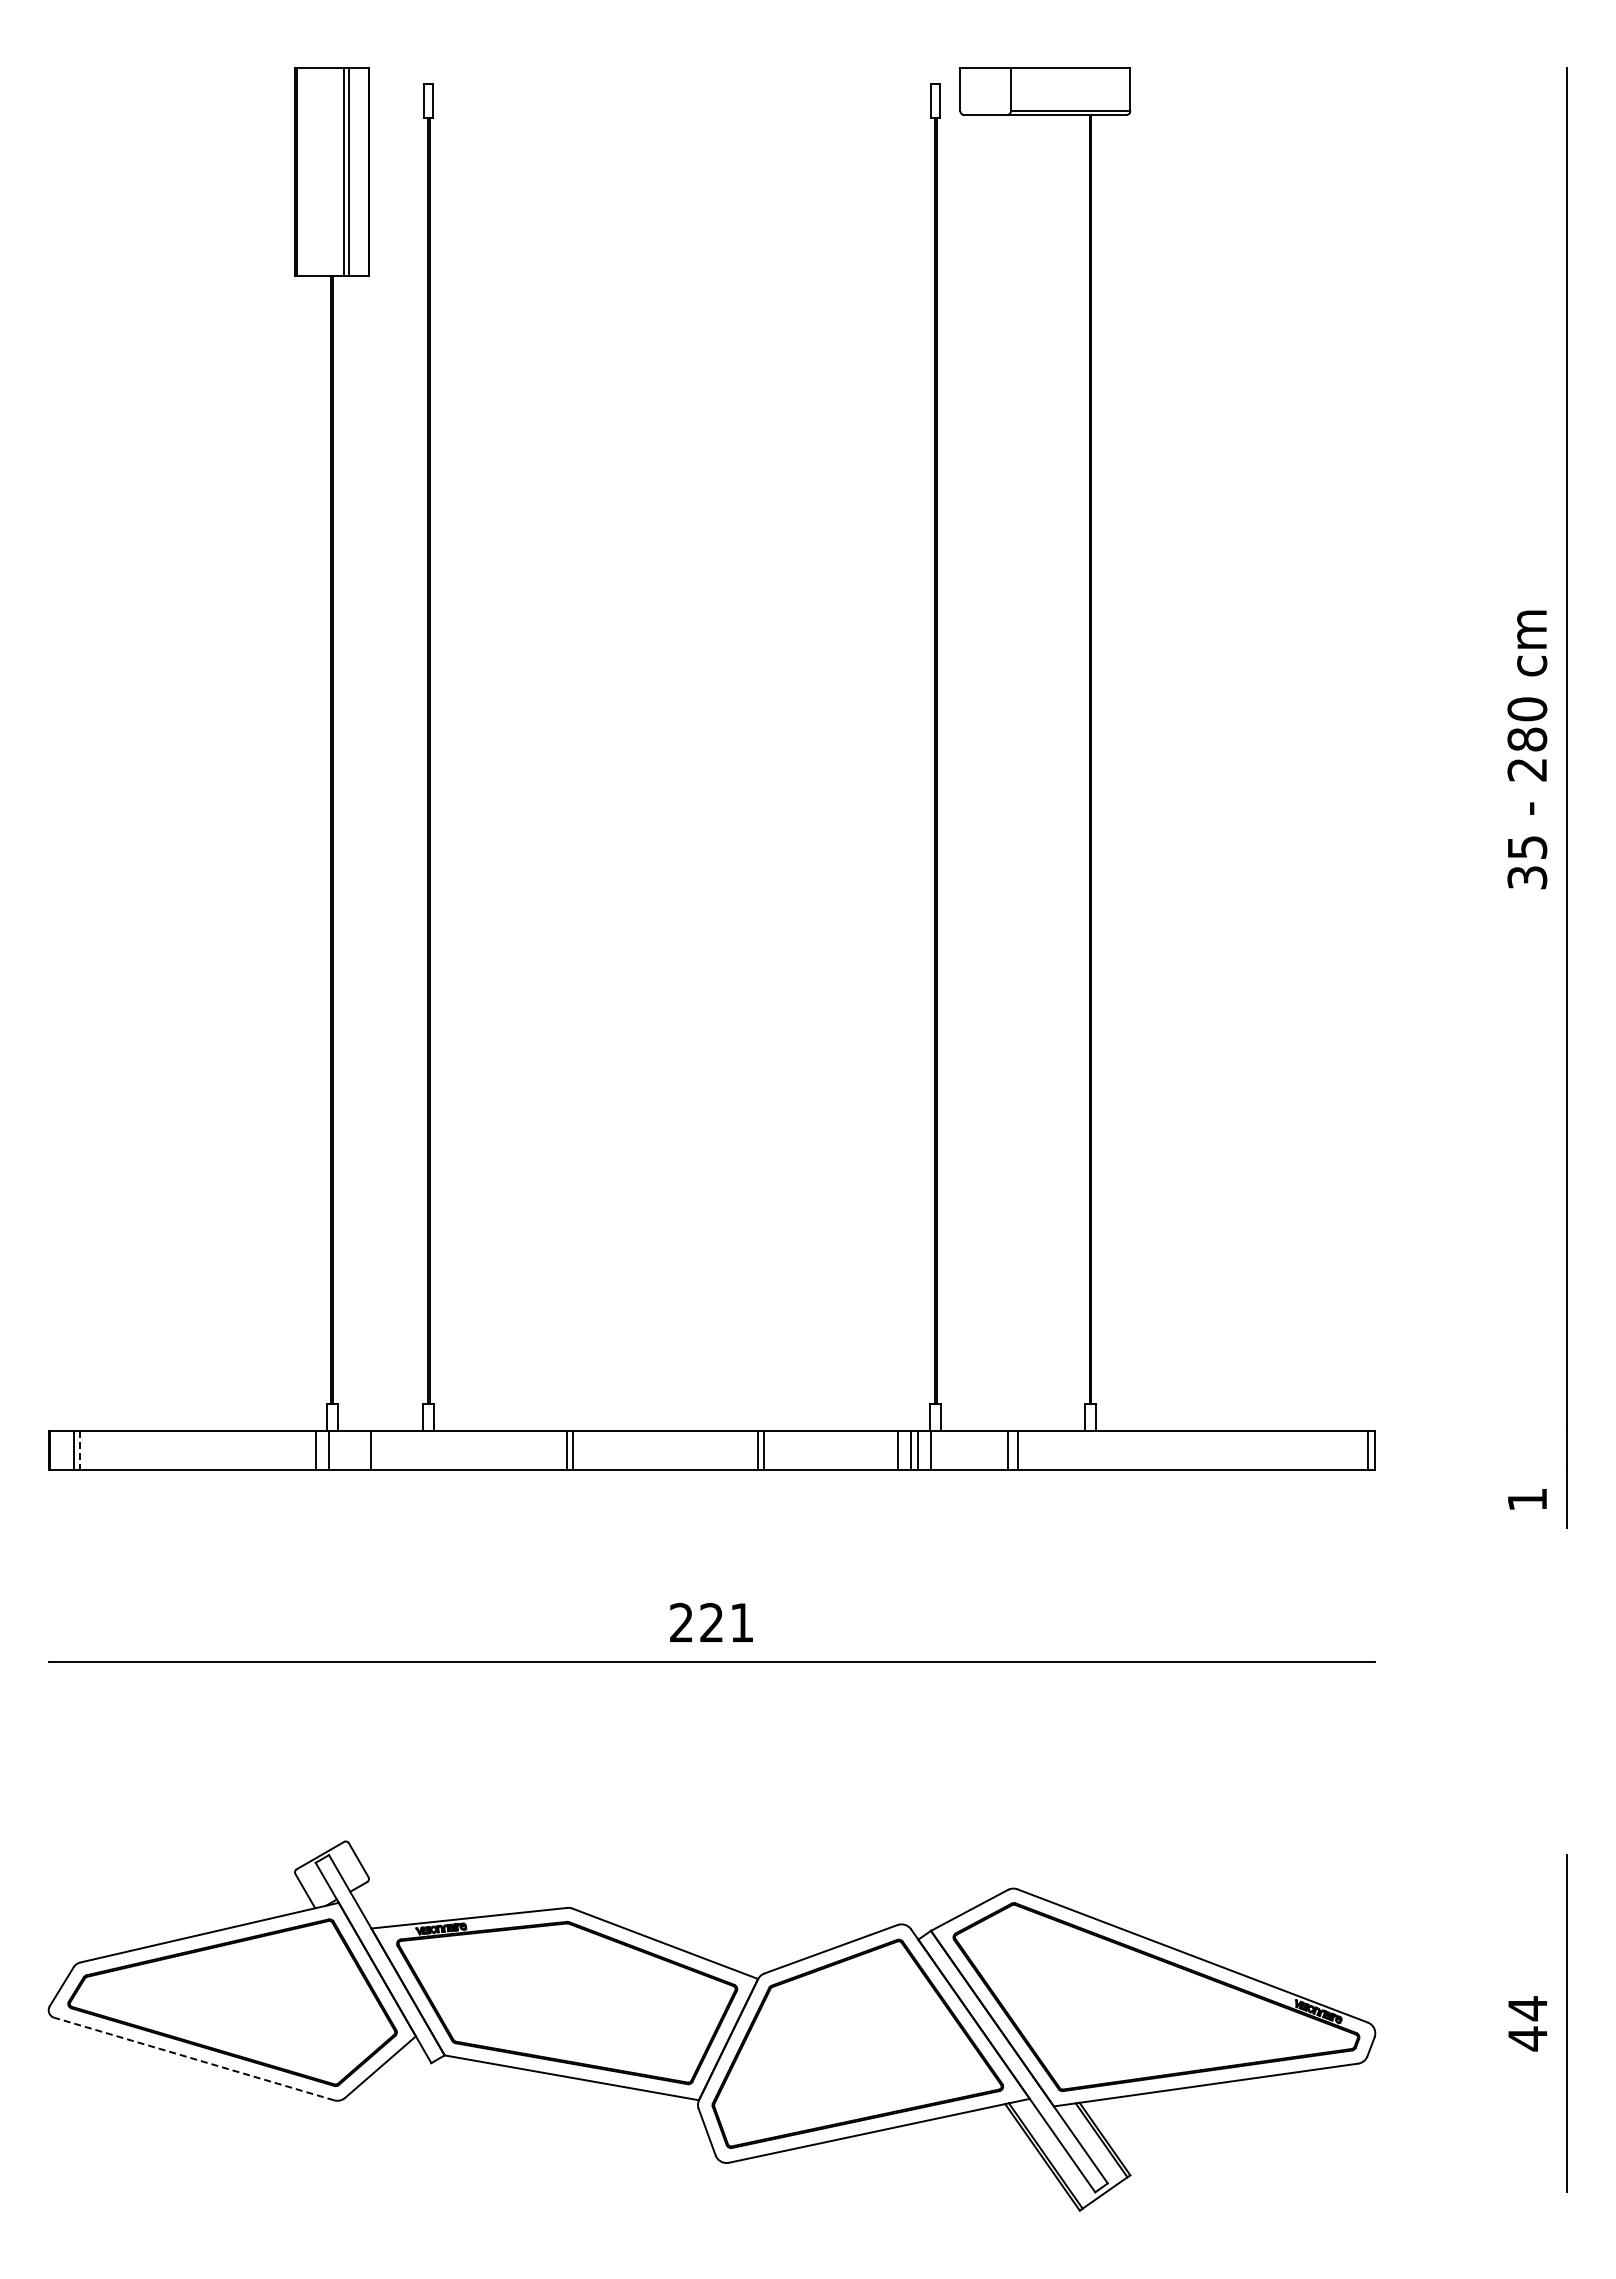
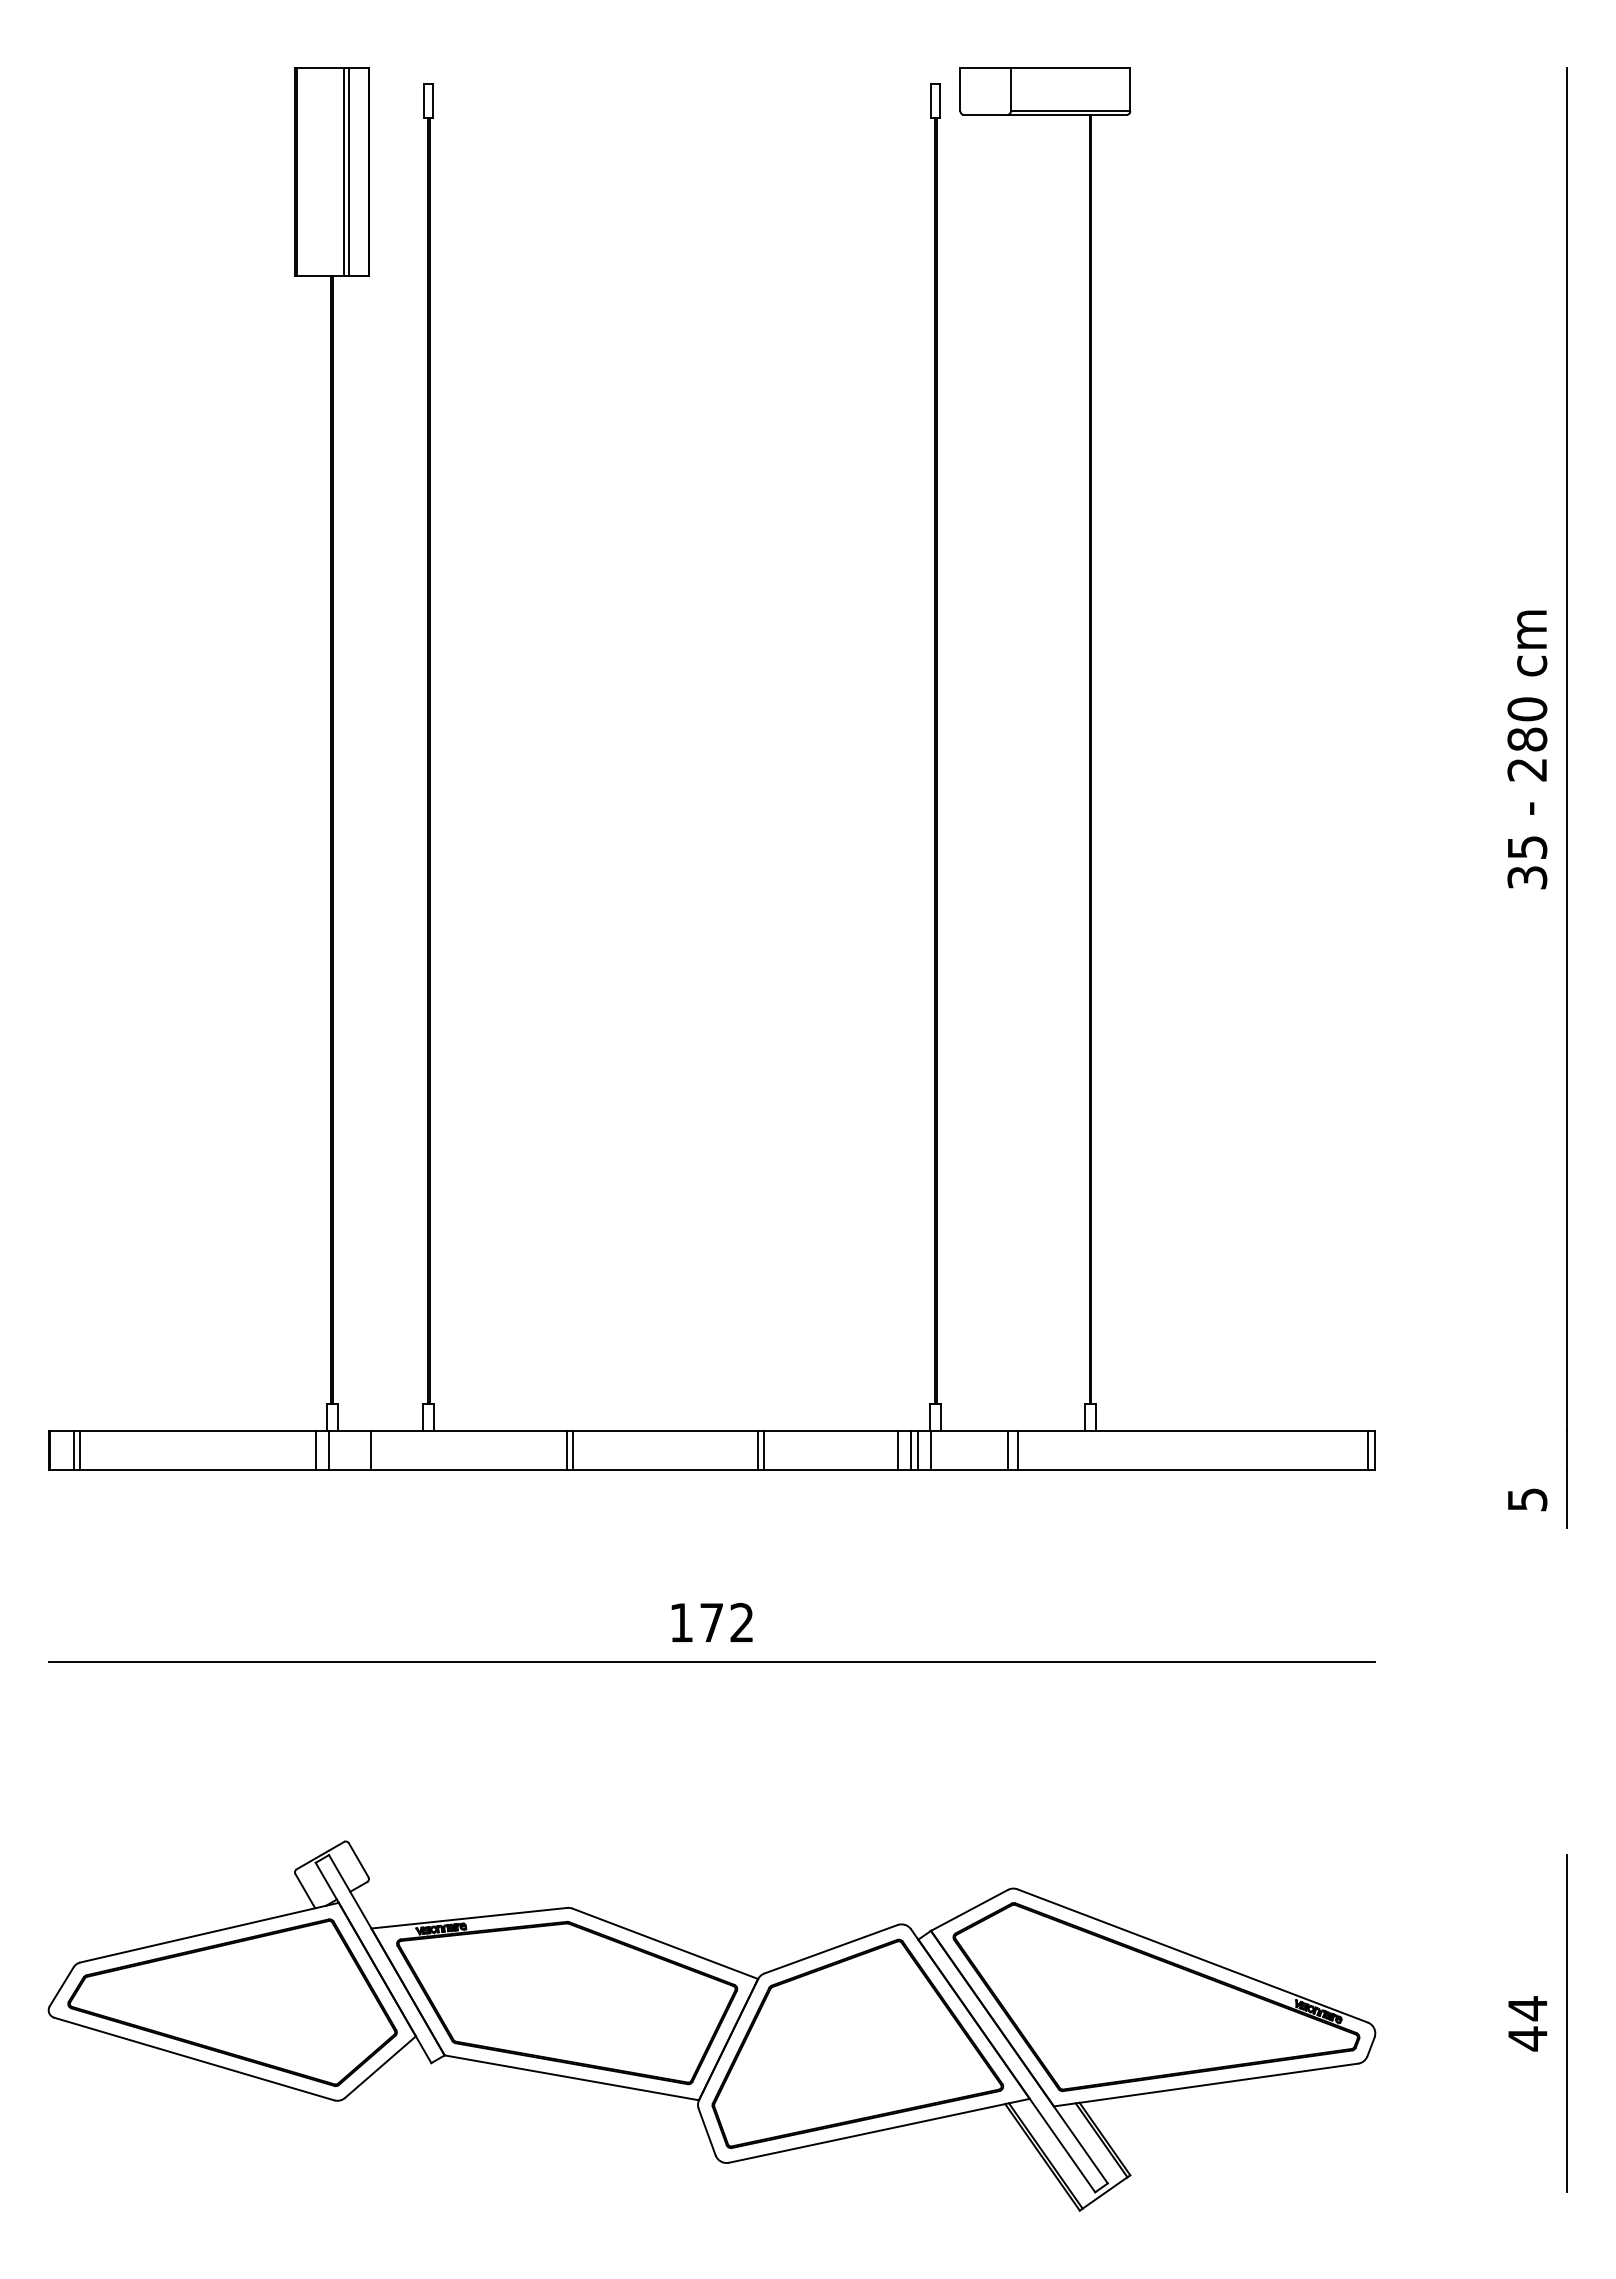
line at (80, 1450): dashed -> solid
text at (1527, 1499): 1 -> 5
text at (711, 1621): 221 -> 172
line at (193, 2058): dashed -> solid
